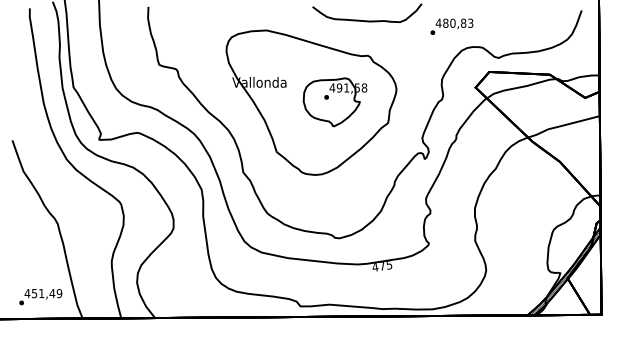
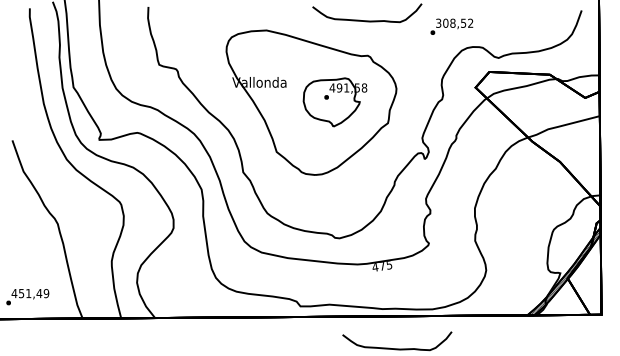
text at (454, 22): 480,83 -> 308,52
text at (40, 297) position: (40, 297) -> (27, 297)
curve at (397, 348): none -> present
